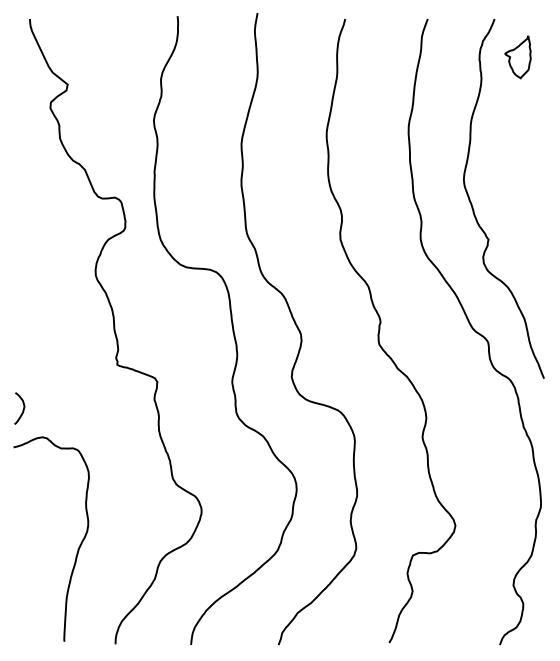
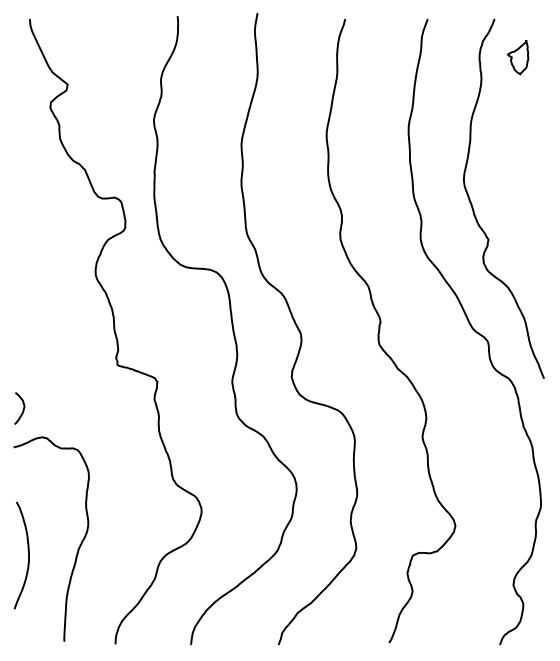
part at (517, 57) size: 28x45 px -> 23x36 px
curve at (28, 555): none -> present
